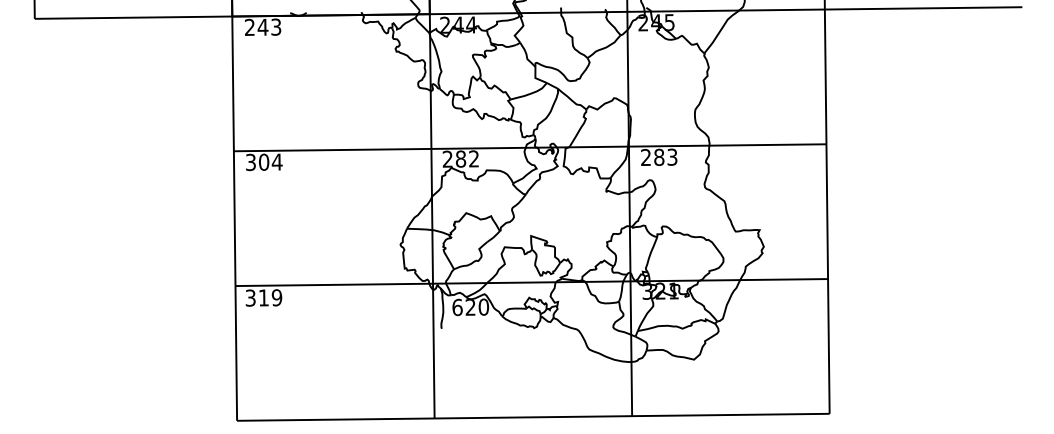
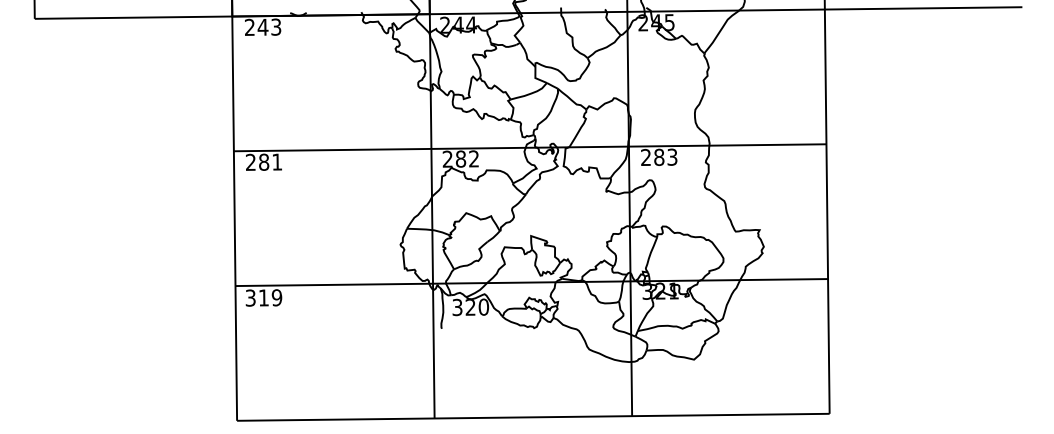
text at (264, 162): 304 -> 281
text at (457, 307): 620 -> 320
